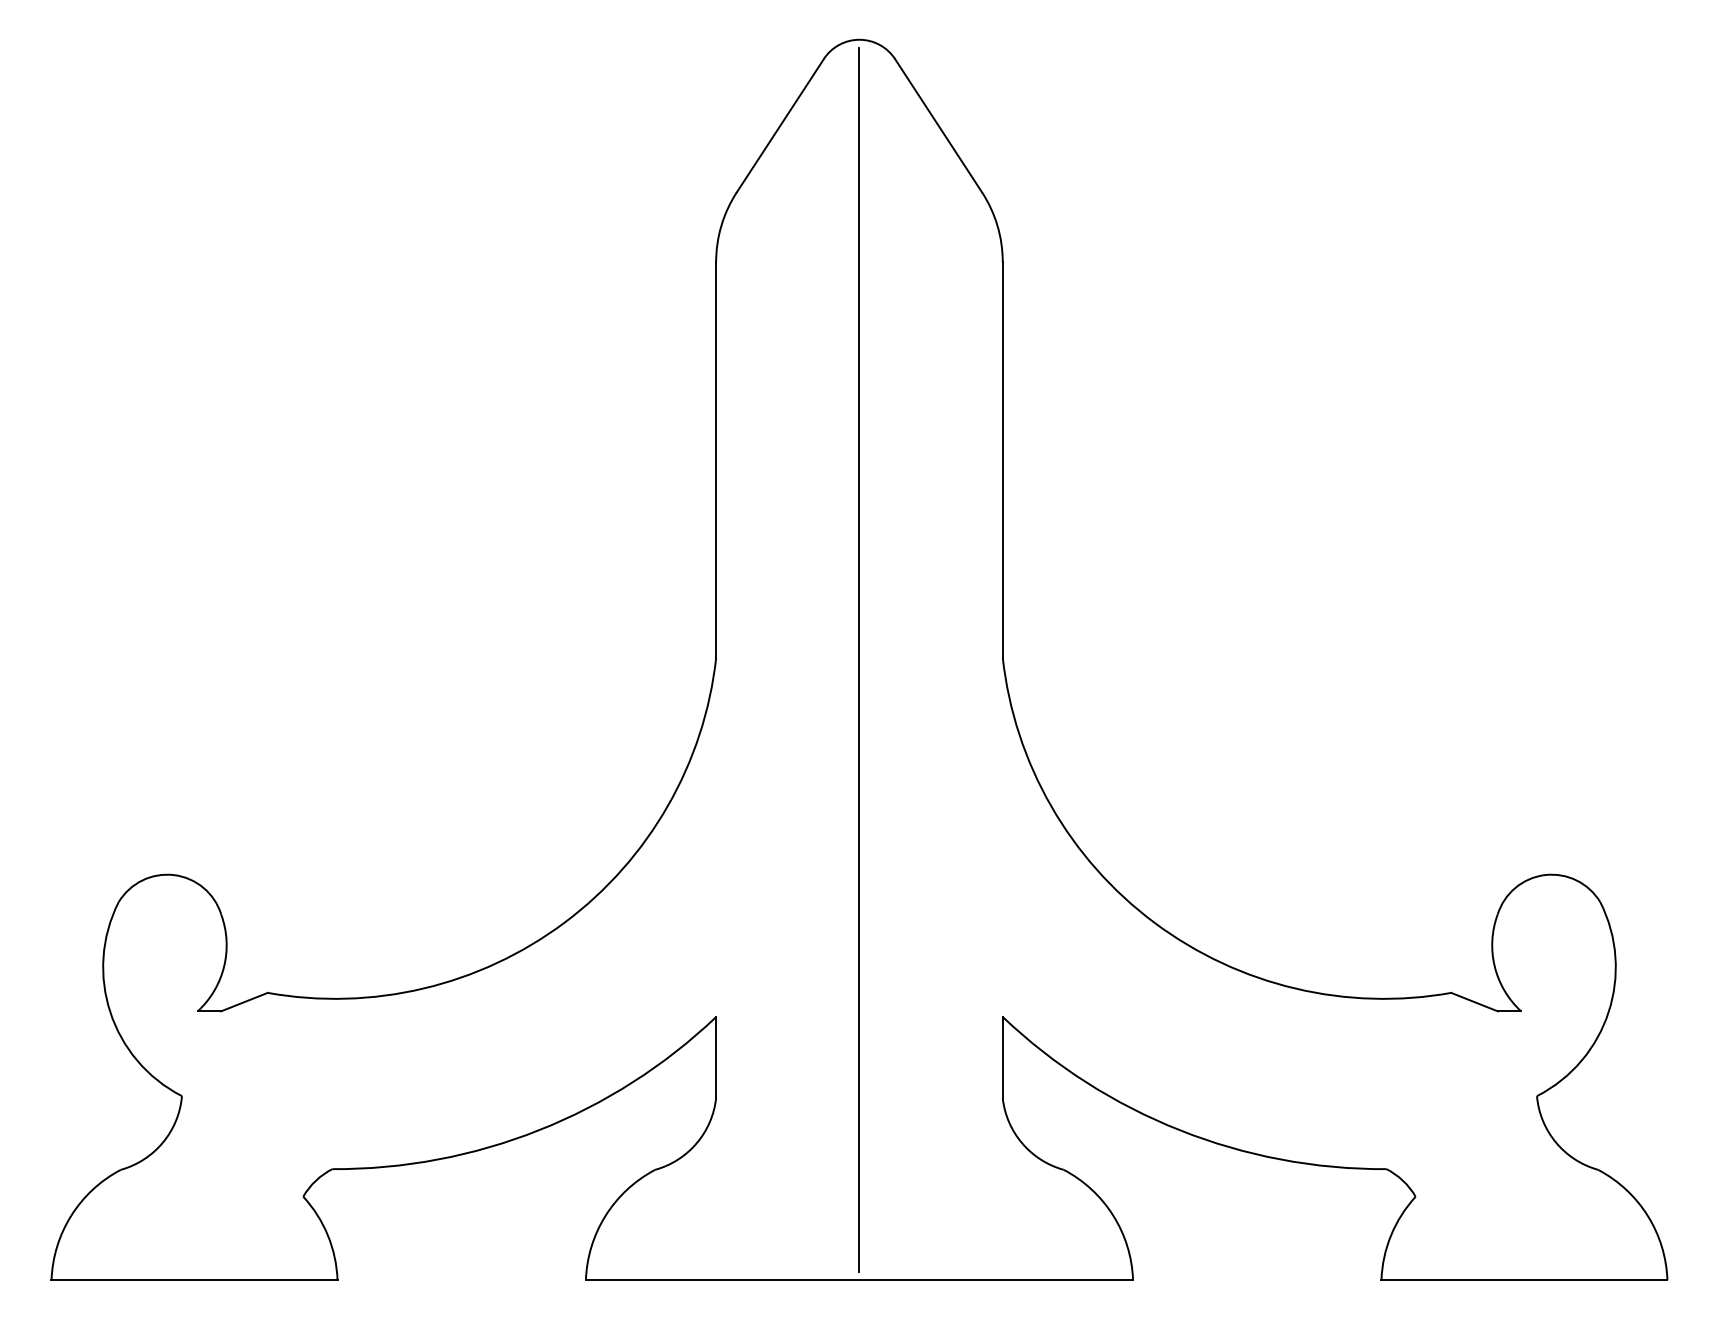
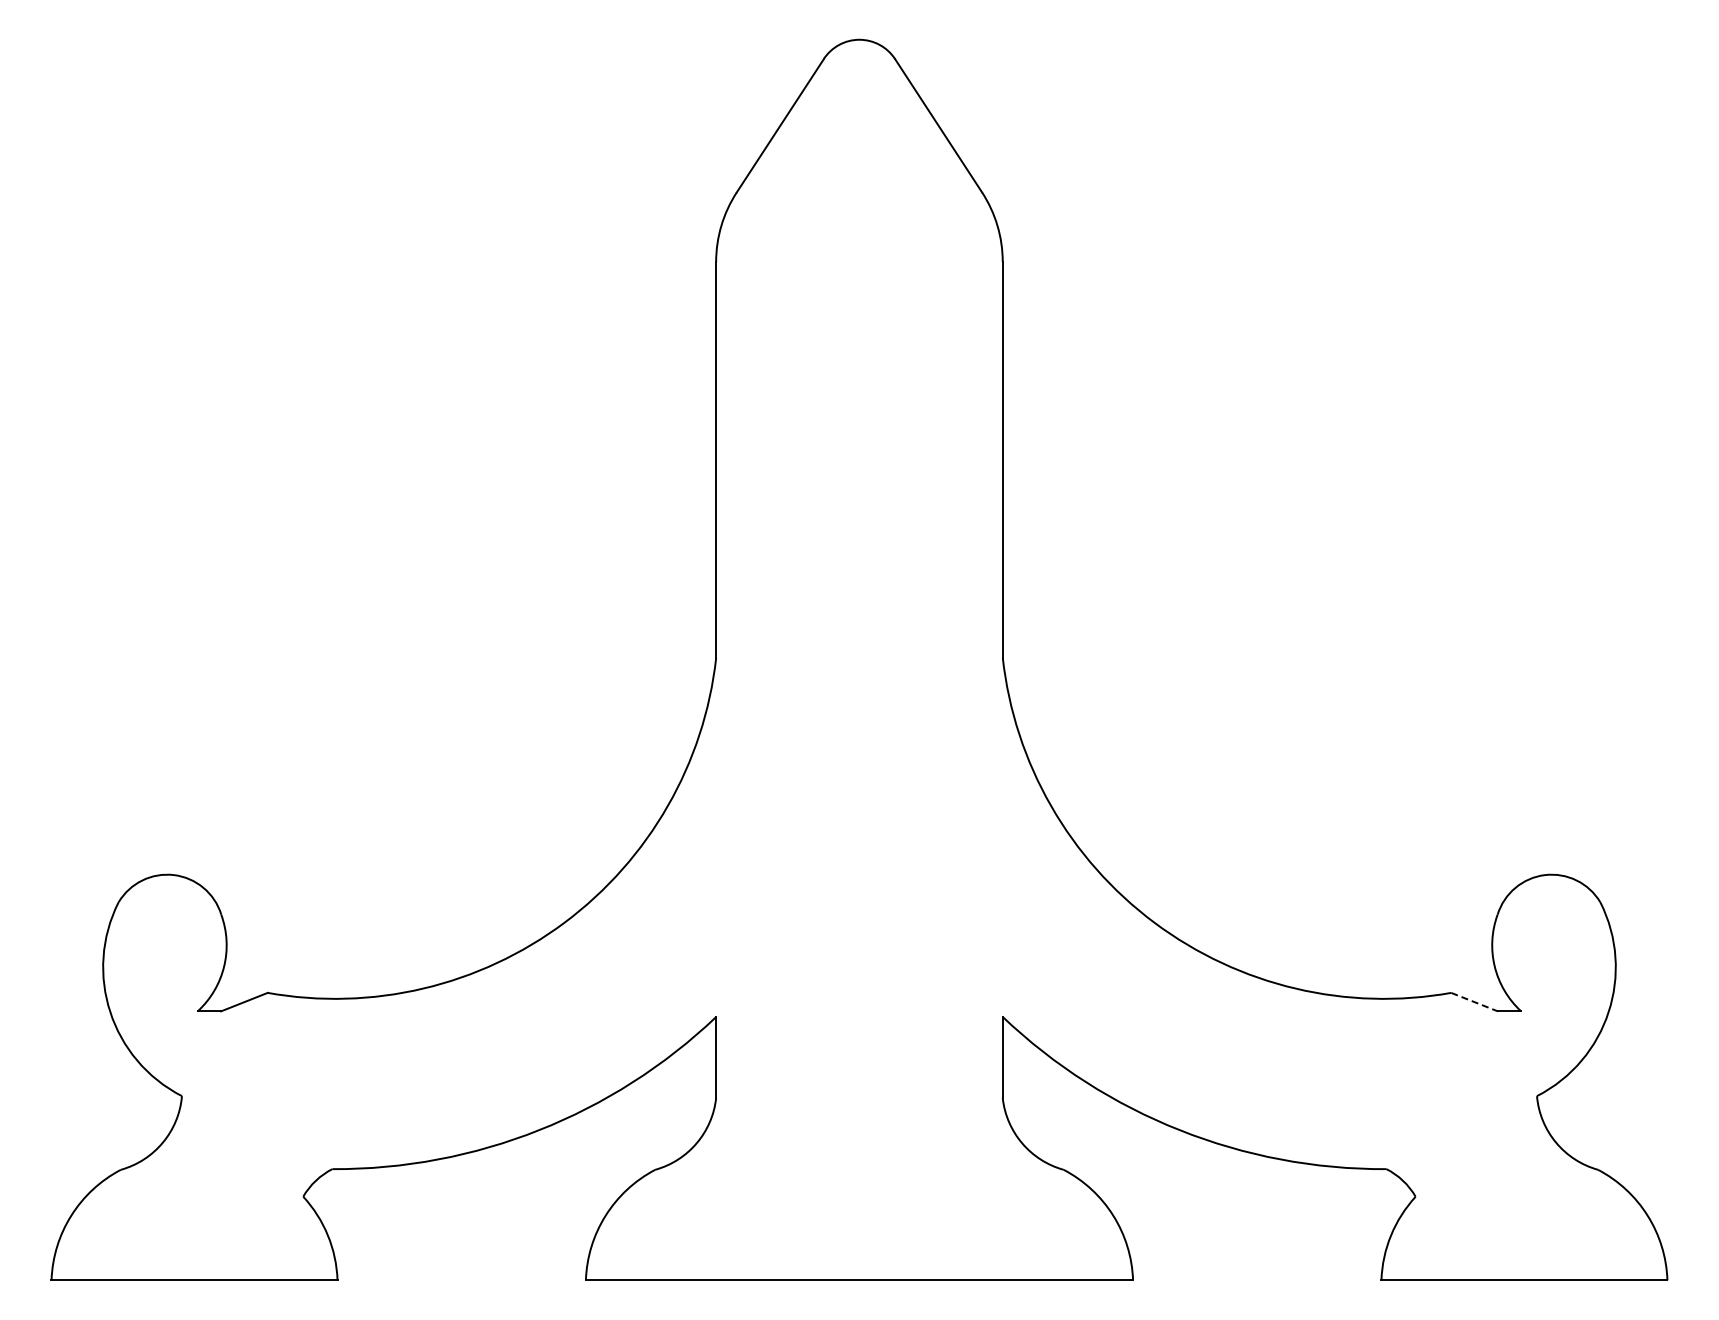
line at (859, 659): present -> none
line at (1475, 1002): solid -> dashed
